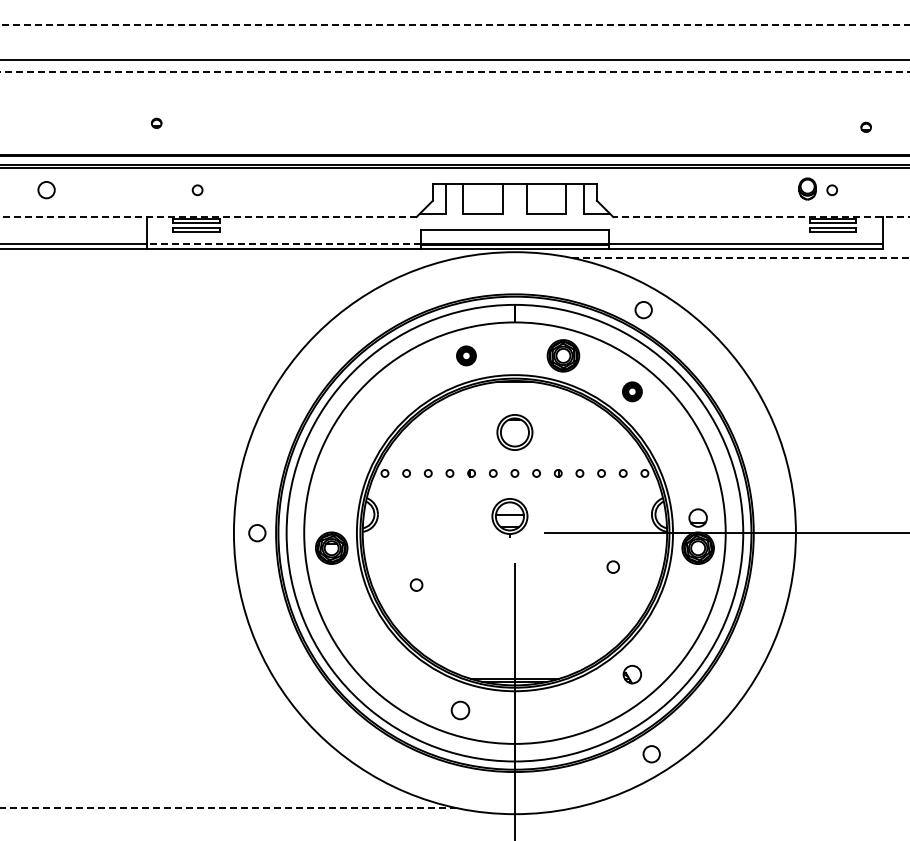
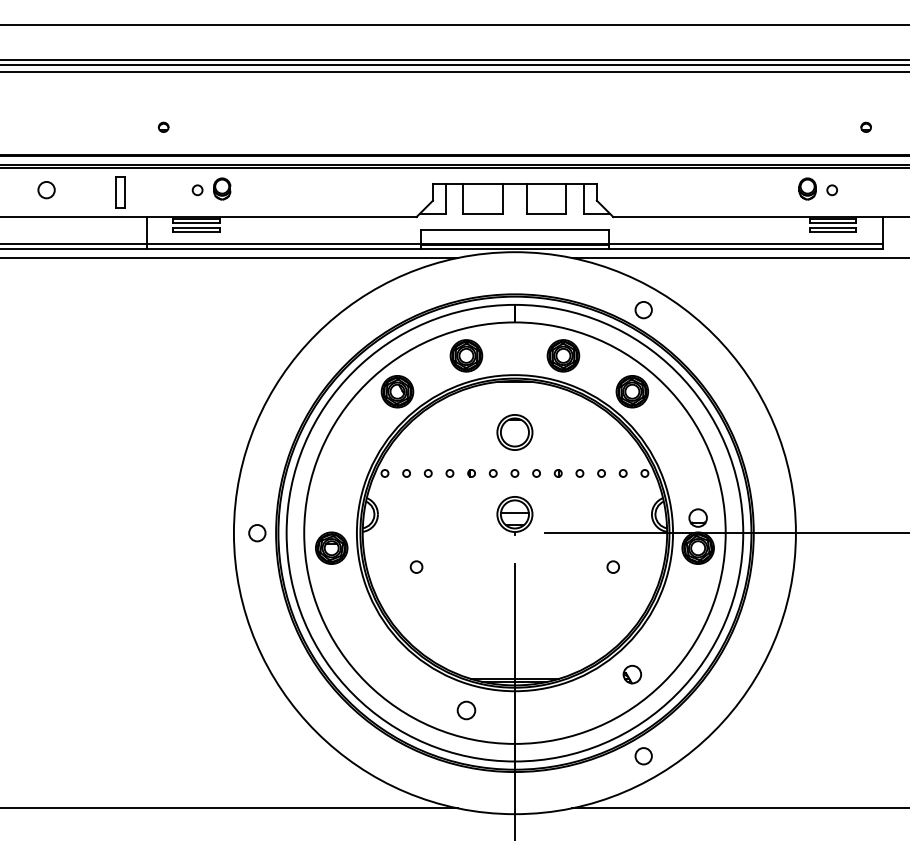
line at (454, 25): dashed -> solid
line at (454, 64): none -> present
line at (455, 71): dashed -> solid
part at (156, 122) position: (156, 122) -> (163, 126)
part at (222, 188): none -> present
part at (120, 192): none -> present
line at (208, 217): dashed -> solid
line at (761, 217): dashed -> solid
line at (283, 244): dashed -> solid
line at (229, 258): none -> present
line at (740, 258): dashed -> solid
part at (466, 355) size: 21x22 px -> 35x34 px
part at (397, 391): none -> present
part at (632, 391) size: 21x22 px -> 35x34 px
part at (509, 517) position: (509, 517) -> (514, 515)
circle at (416, 584) position: (416, 584) -> (416, 566)
circle at (460, 710) position: (460, 710) -> (466, 710)
circle at (651, 754) position: (651, 754) -> (643, 756)
line at (228, 808): dashed -> solid
line at (739, 808): none -> present
